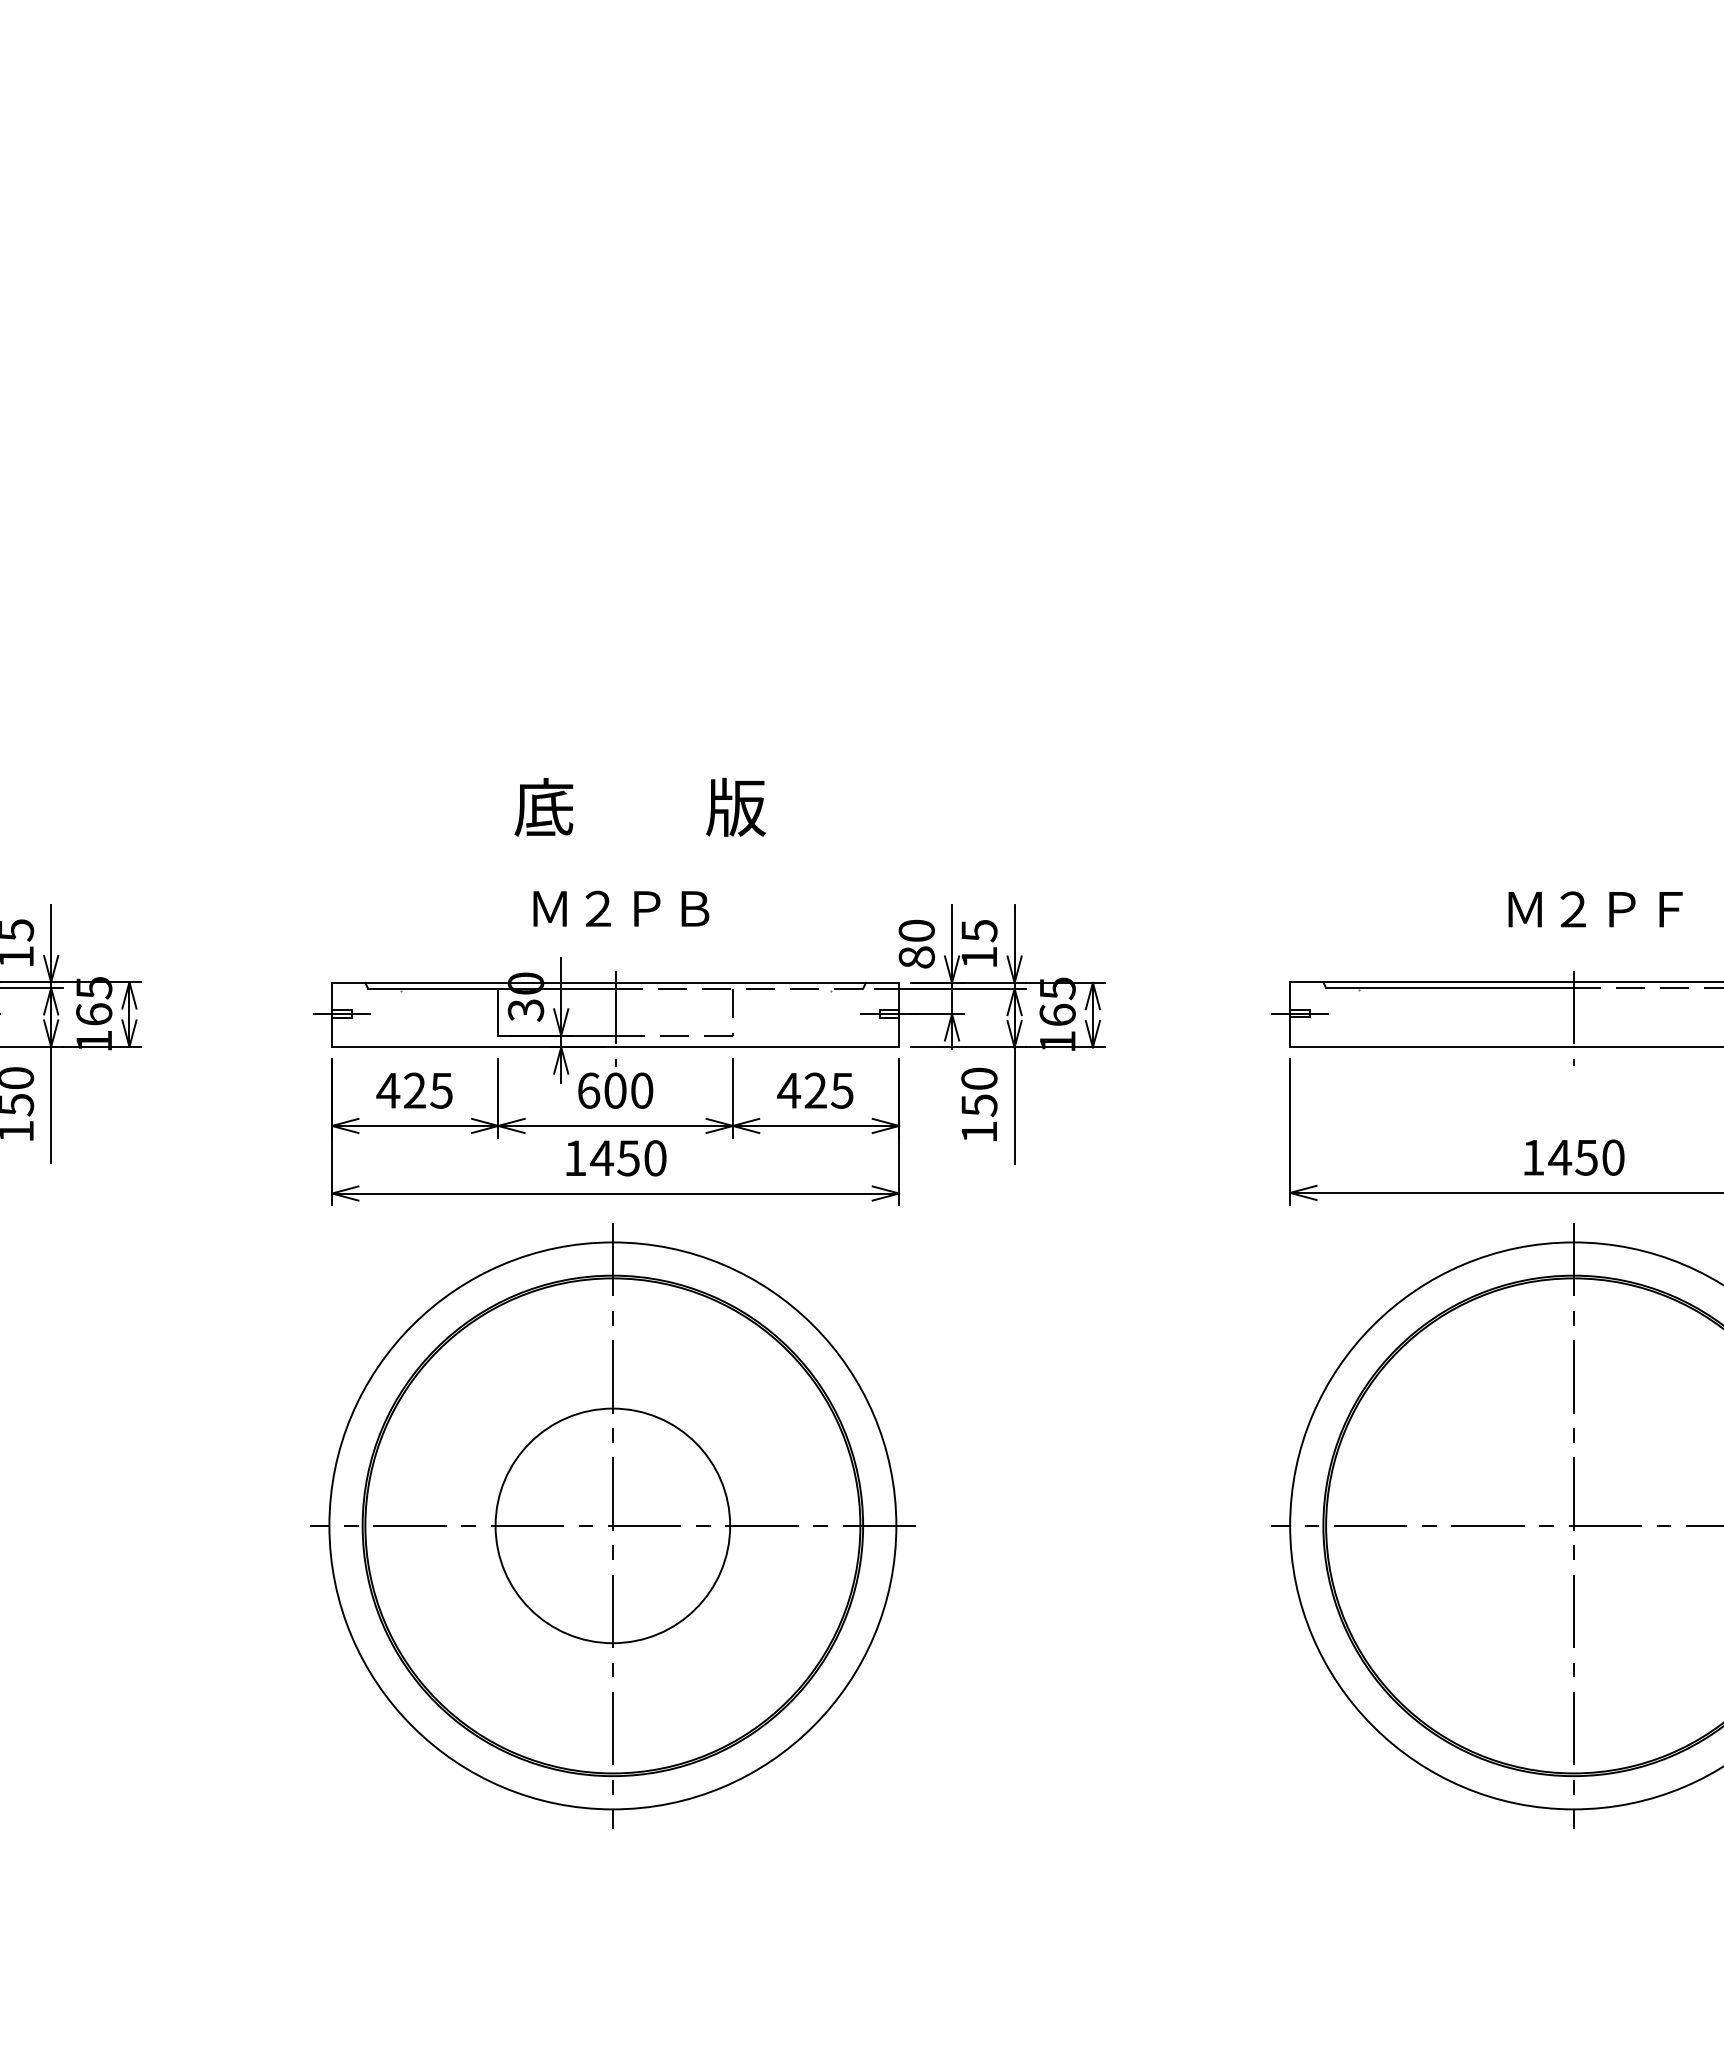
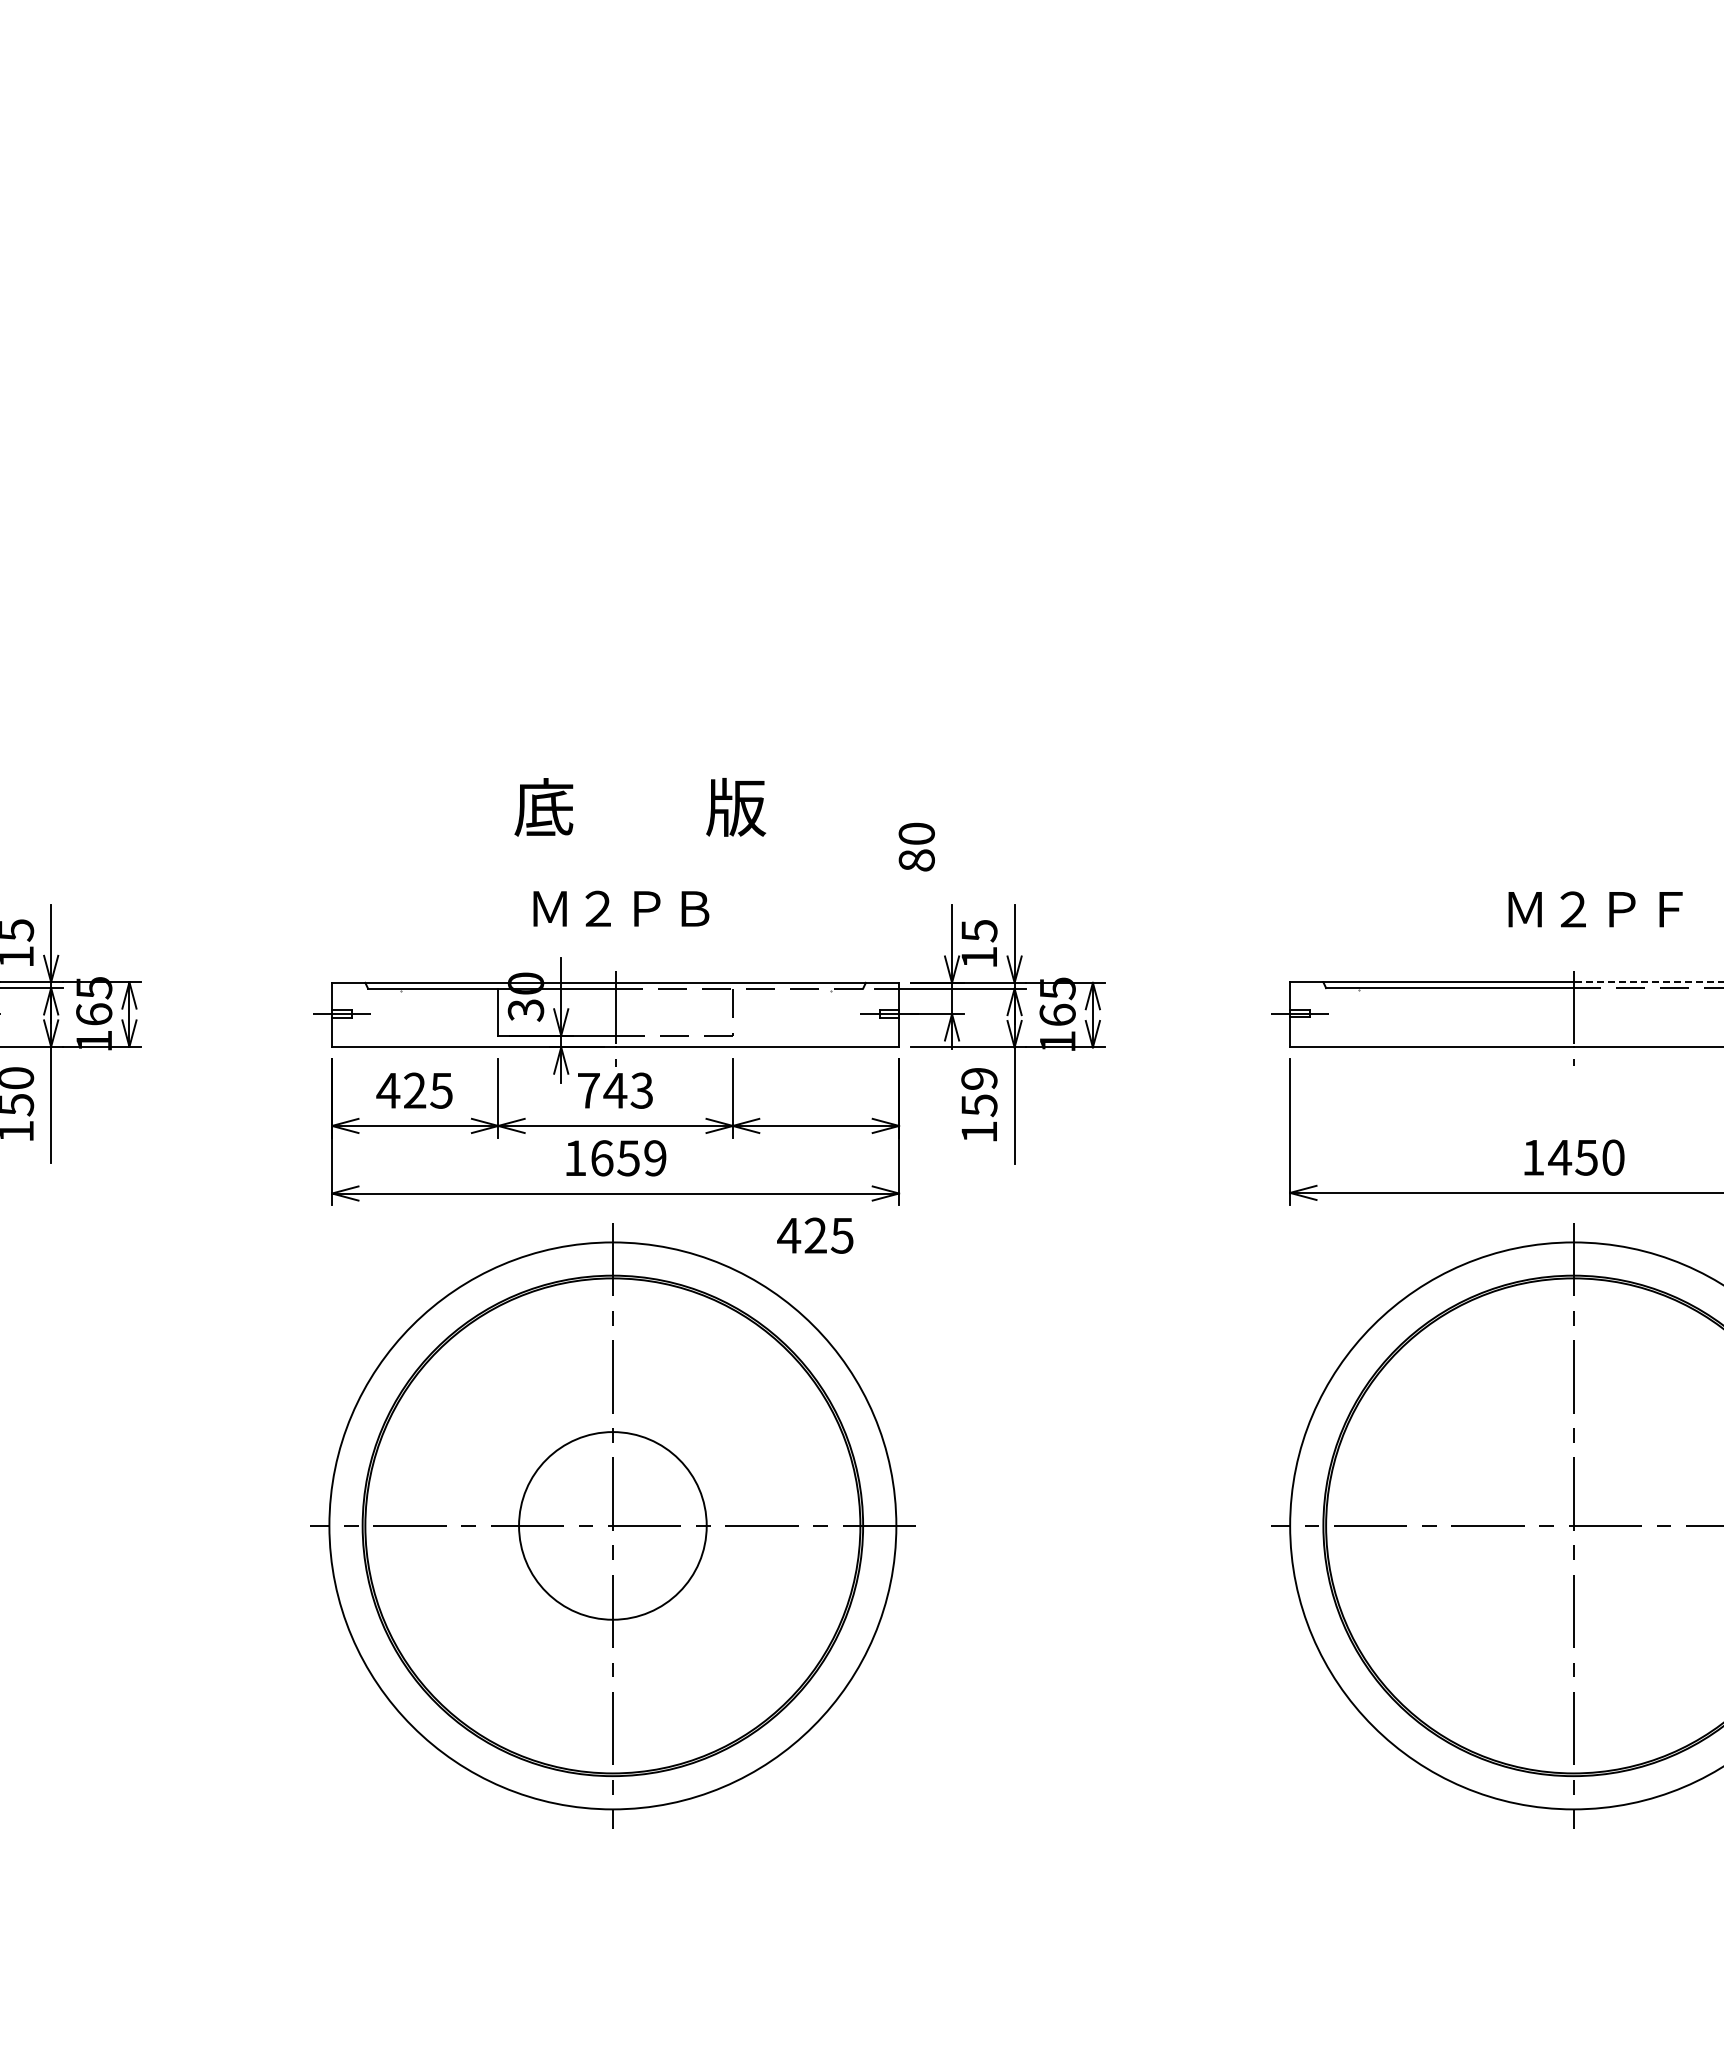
text at (916, 943) position: (916, 943) -> (916, 846)
line at (1648, 982): solid -> dashed
text at (979, 1078): 150 -> 159
text at (615, 1090): 600 -> 743
text at (815, 1090) position: (815, 1090) -> (815, 1235)
text at (628, 1158): 1450 -> 1659
circle at (612, 1525) diameter: 235 px -> 188 px
